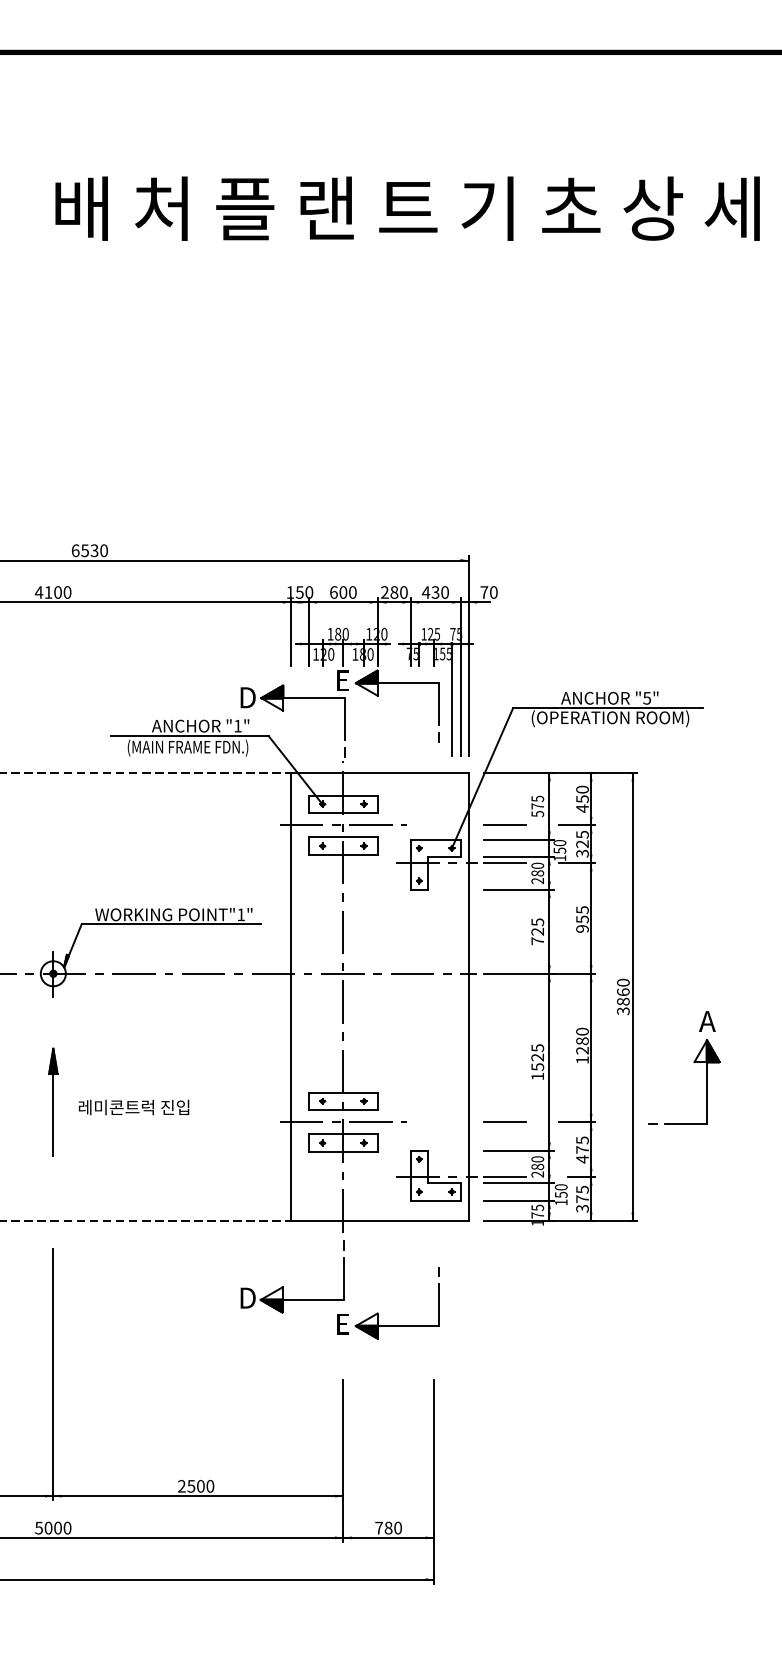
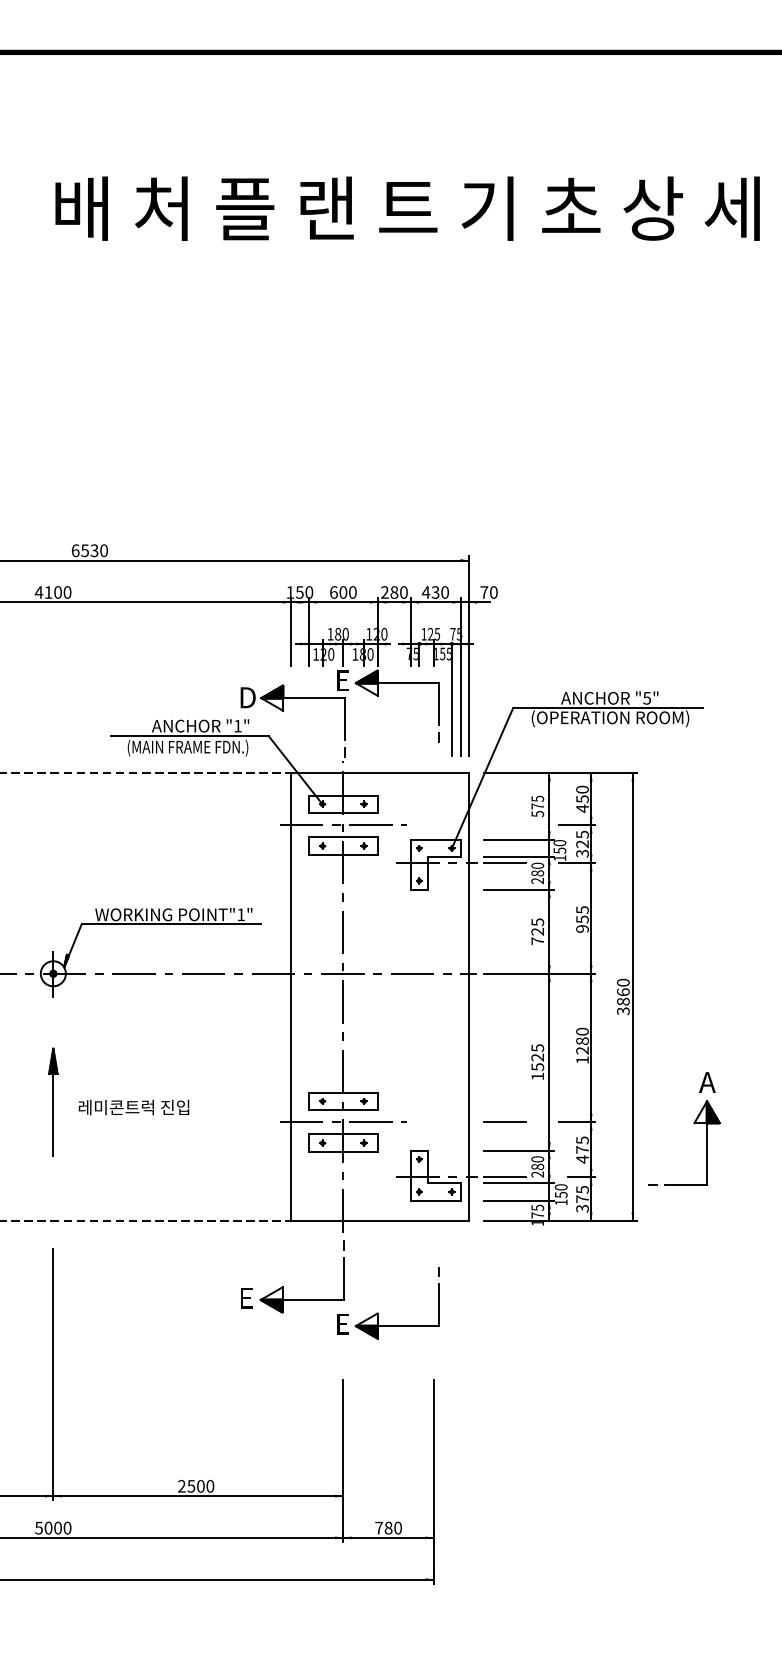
line at (504, 825): present -> none
part at (693, 1062) position: (693, 1062) -> (693, 1123)
text at (247, 1297): D -> E
